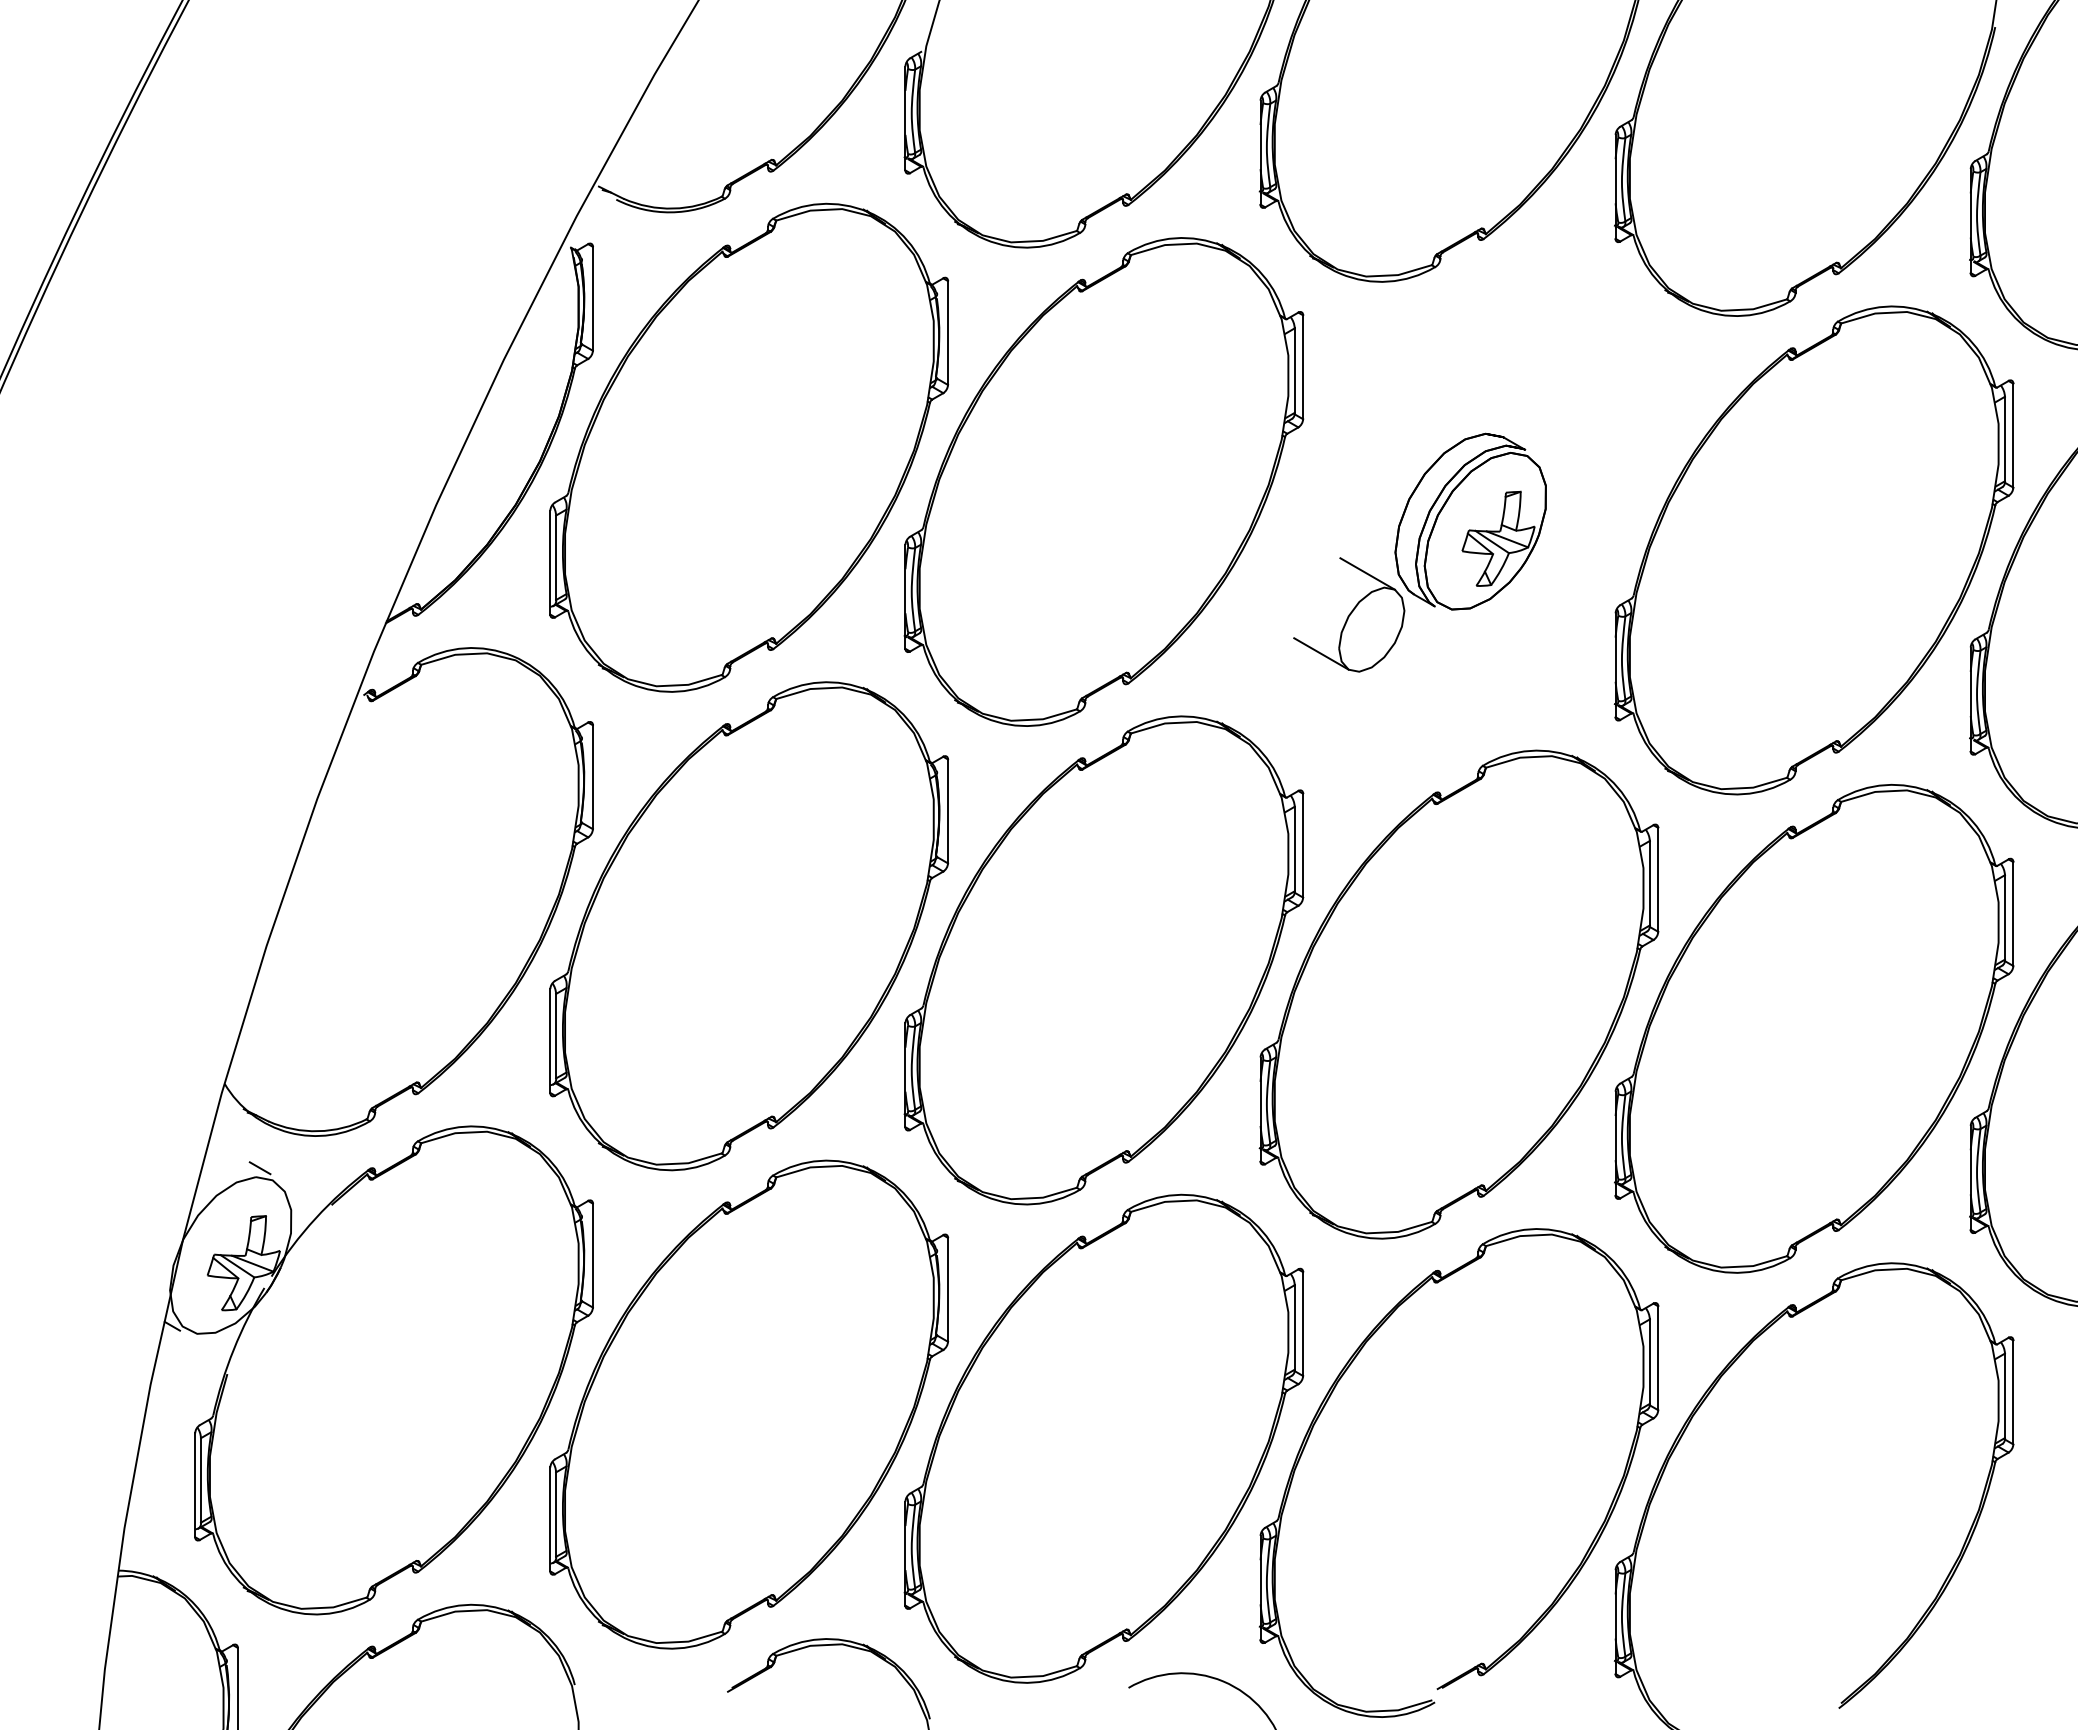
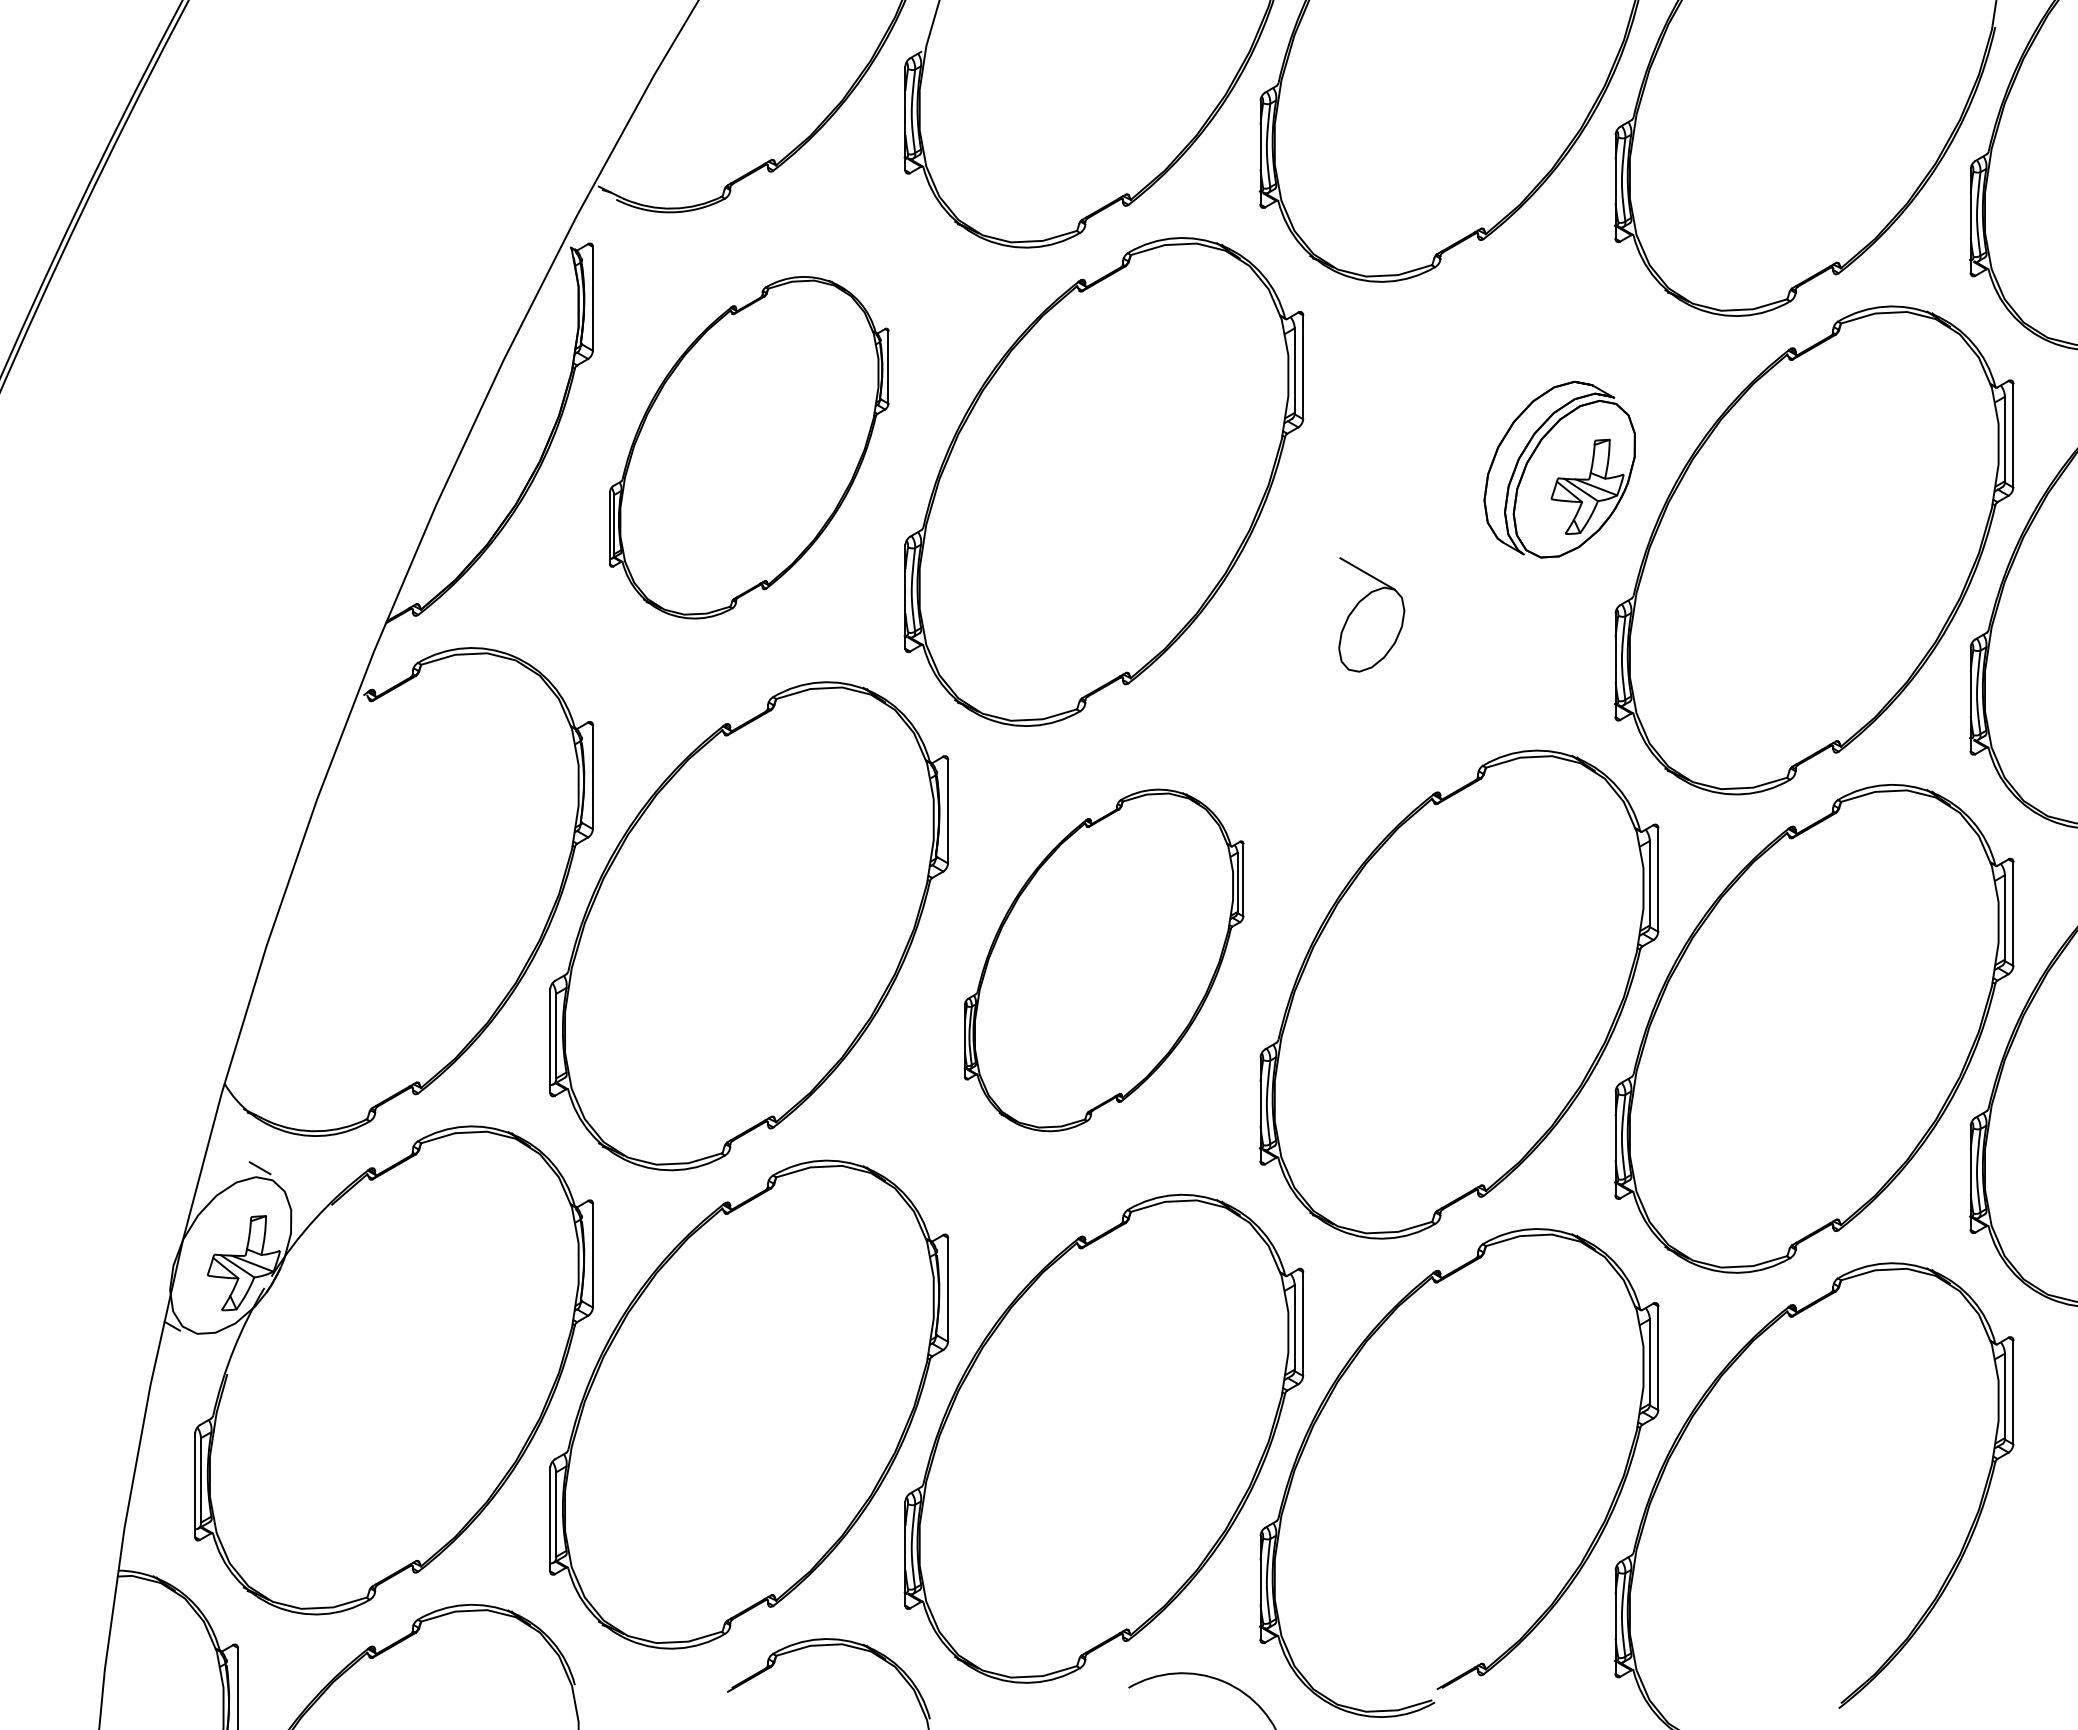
part at (749, 447) size: 401x491 px -> 281x344 px
part at (1470, 521) position: (1470, 521) -> (1559, 469)
line at (1321, 653): present -> none
part at (1103, 960) size: 402x491 px -> 282x345 px
